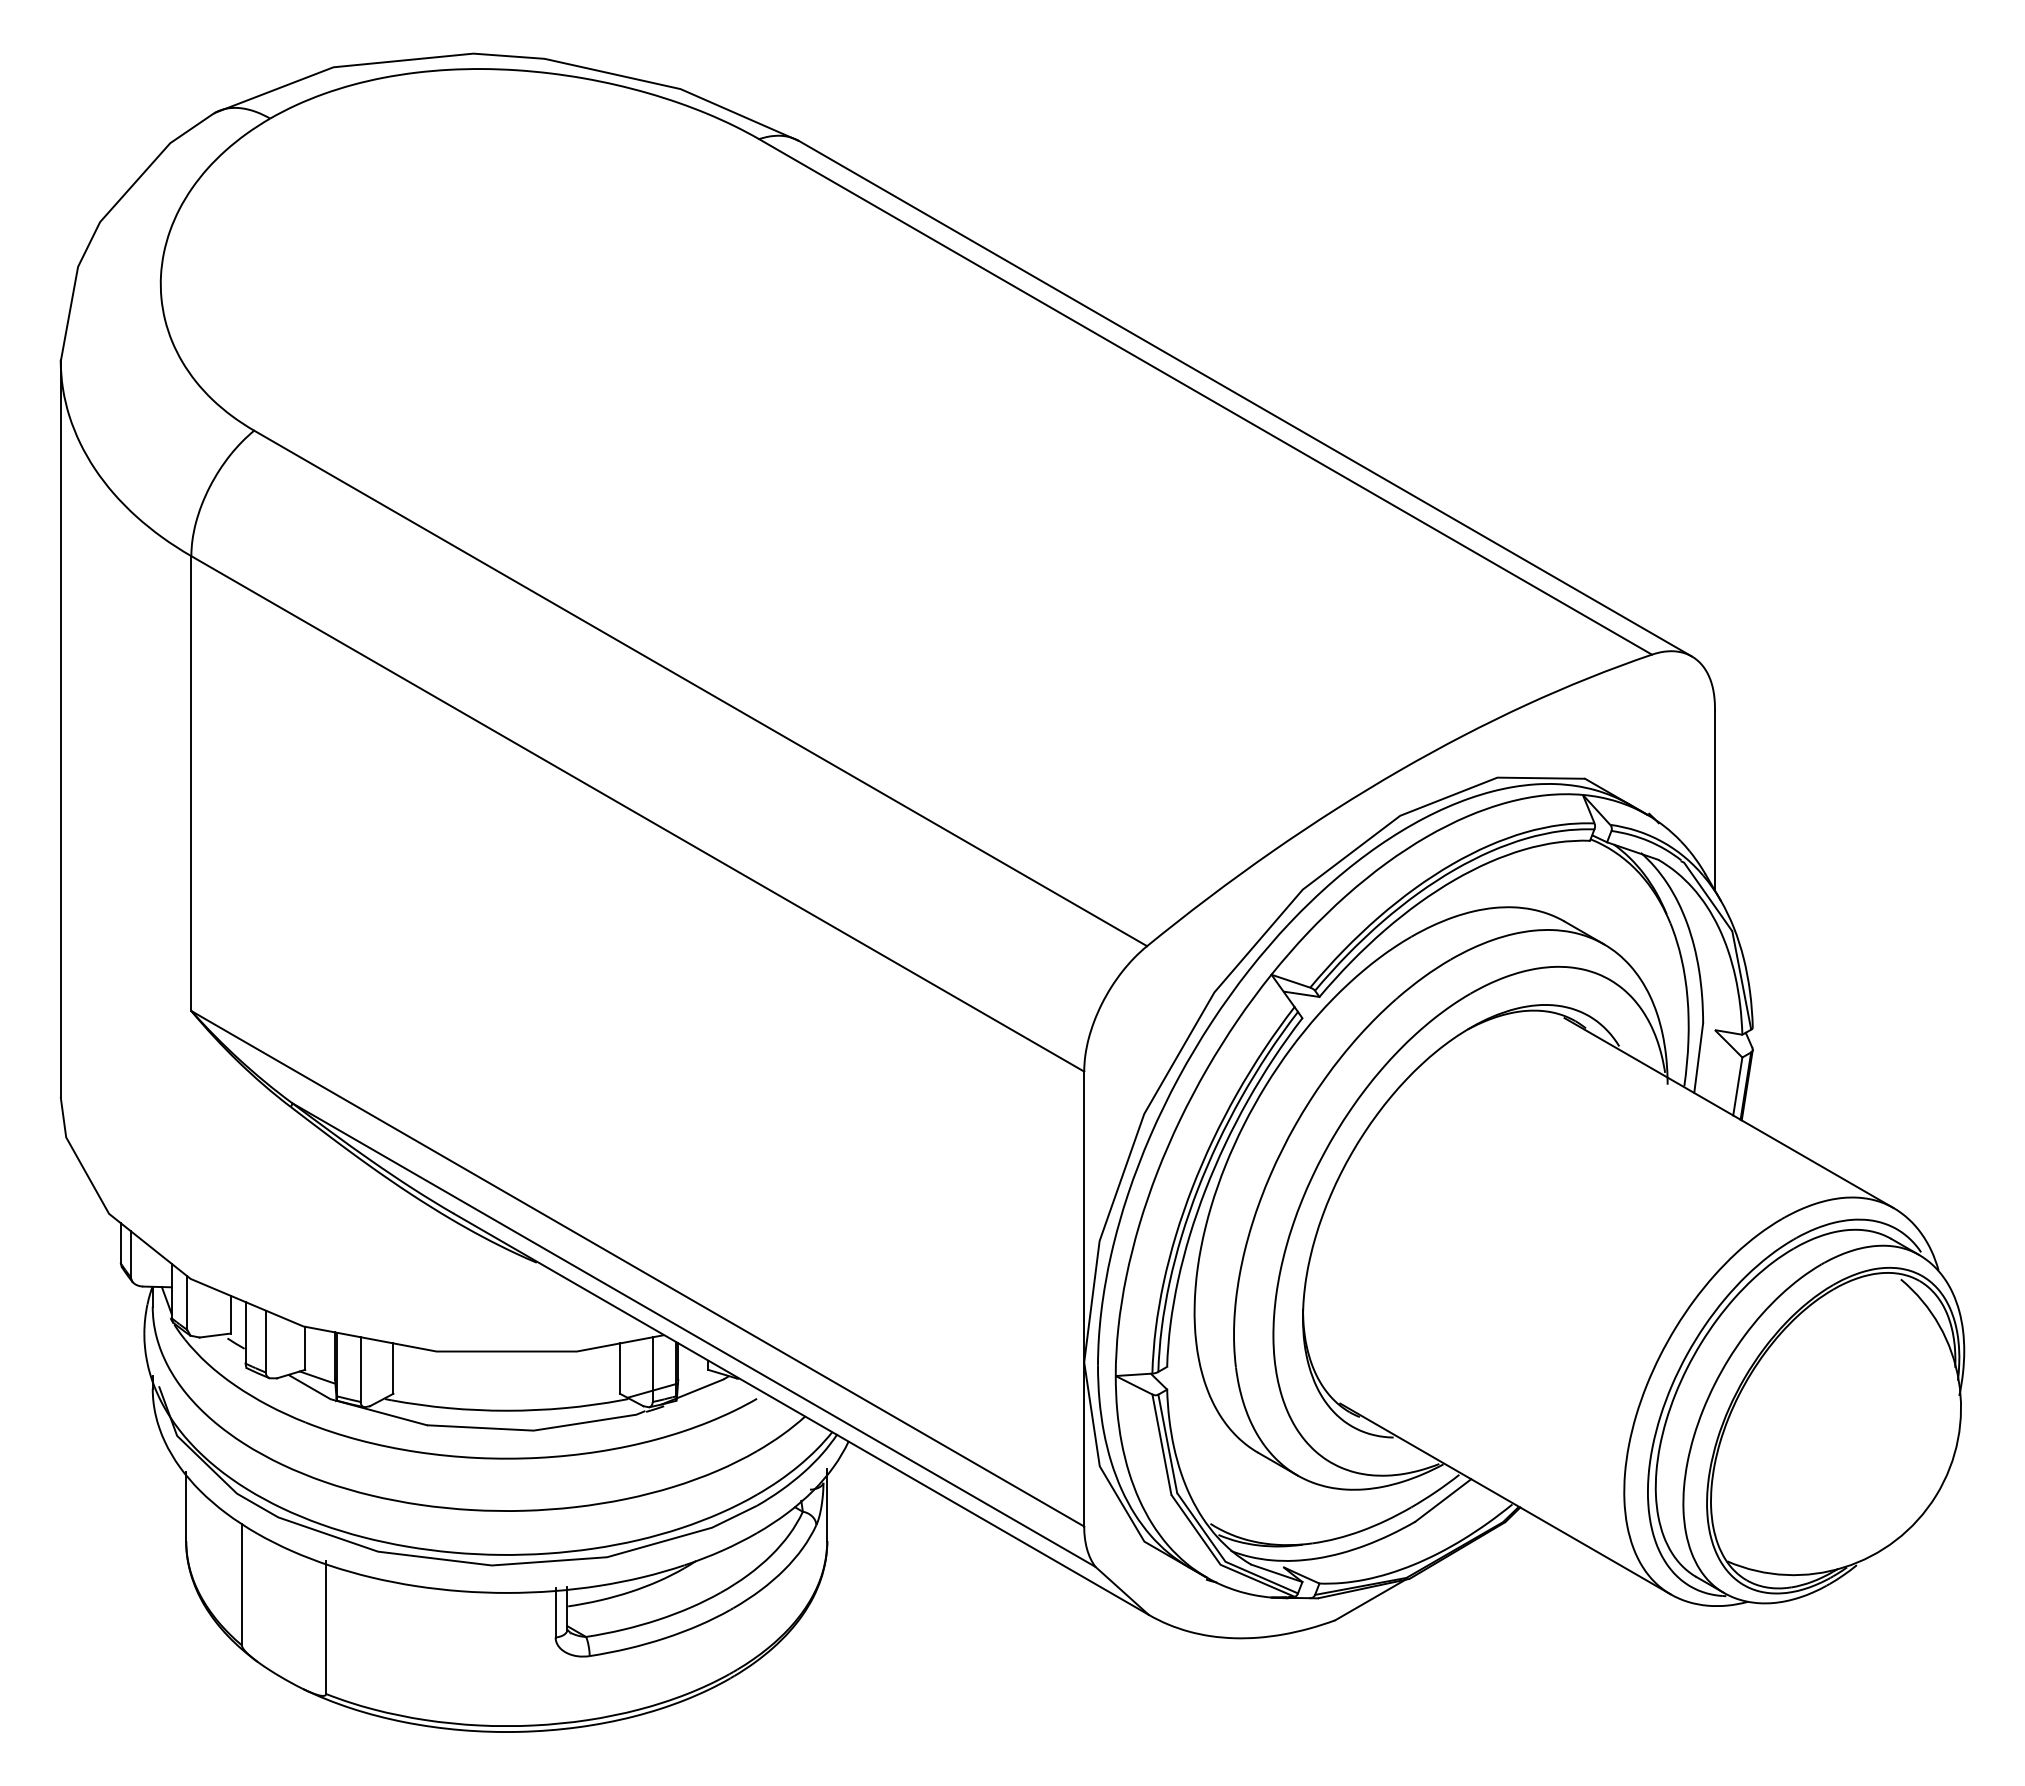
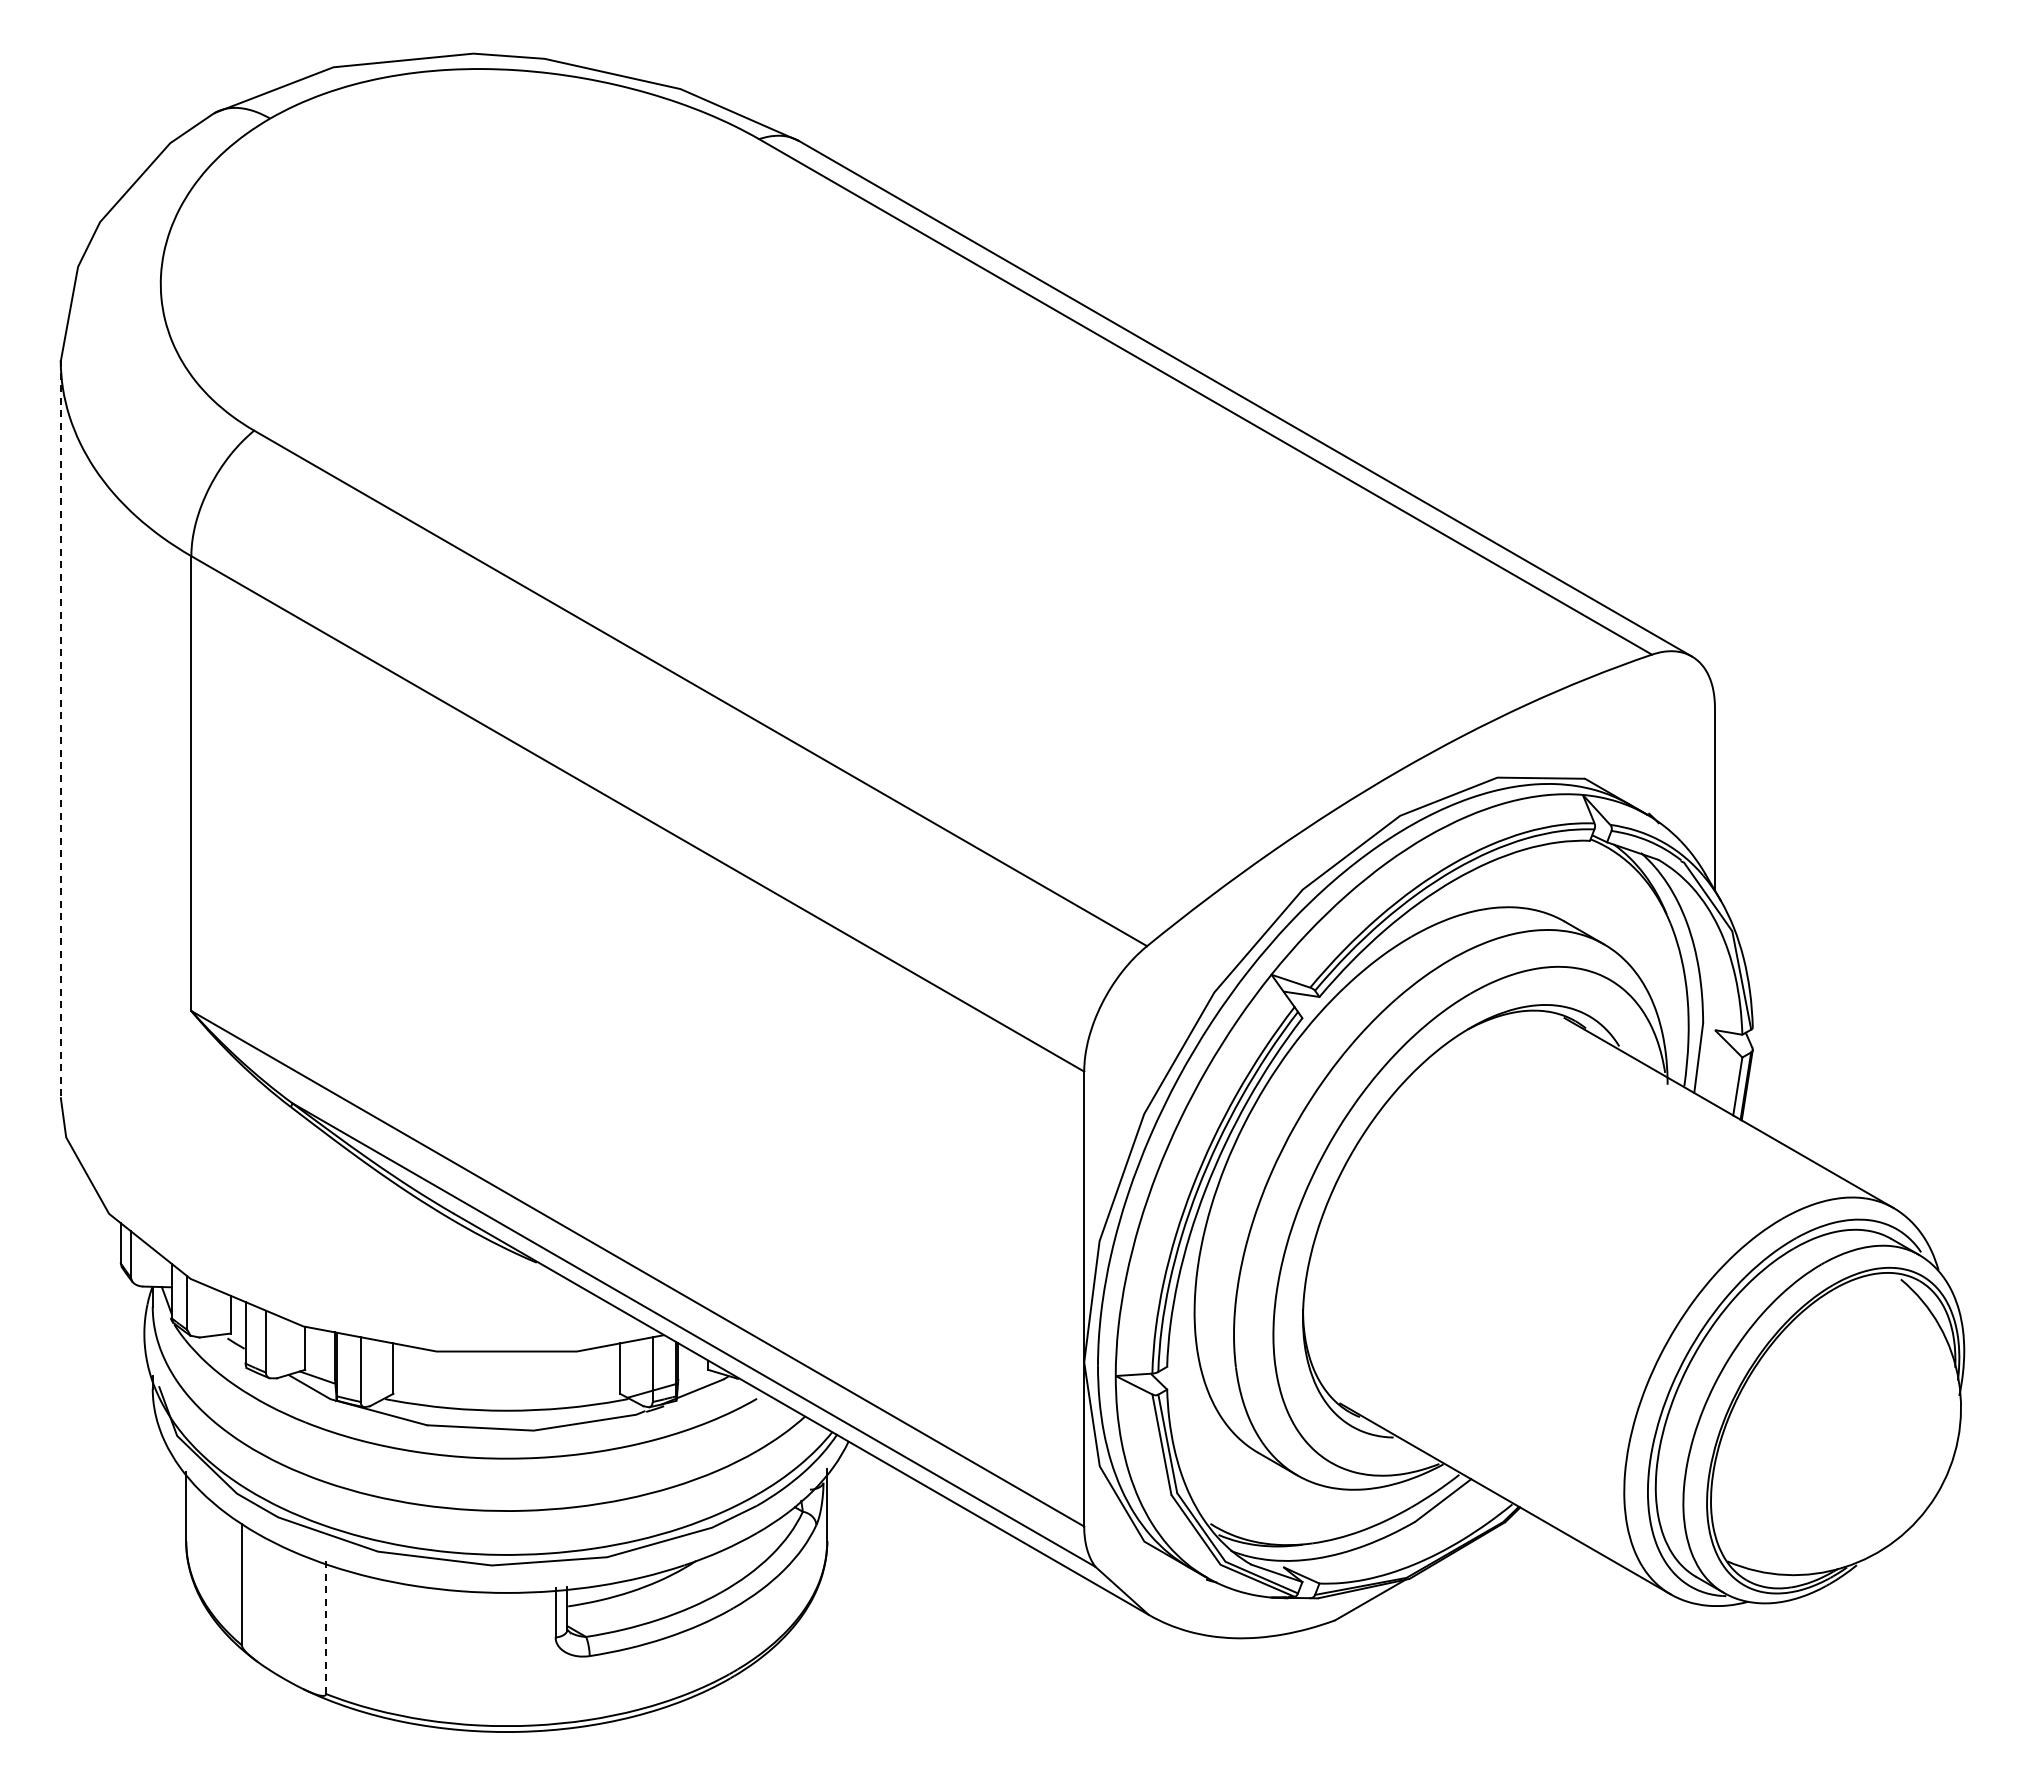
line at (60, 728): solid -> dashed
line at (326, 1628): solid -> dashed
